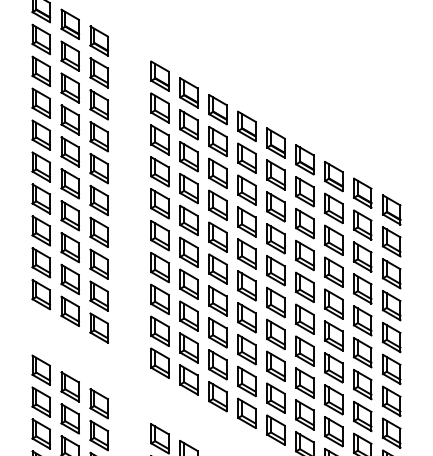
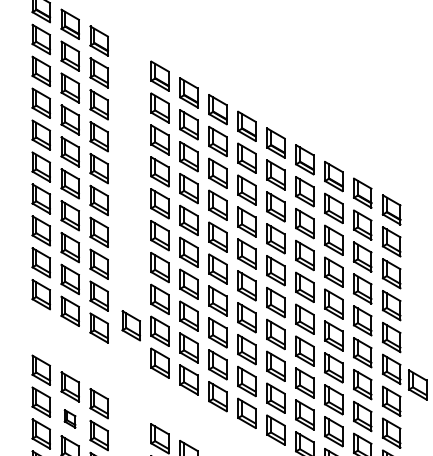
part at (130, 325): none -> present
part at (417, 384): none -> present
part at (69, 418) size: 20x32 px -> 14x20 px
